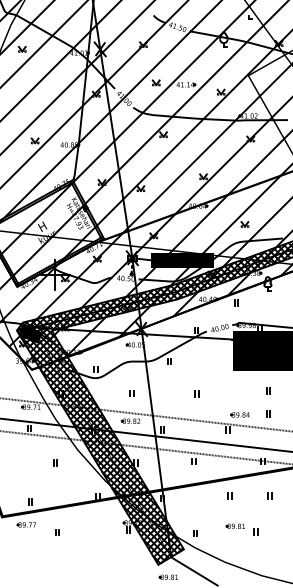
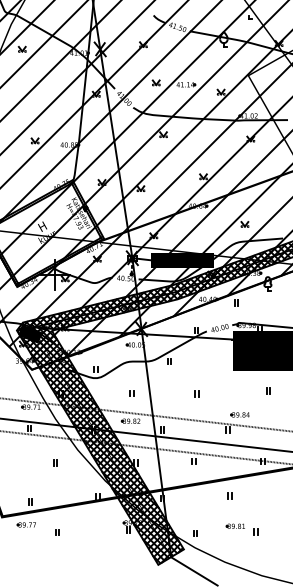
part at (268, 413): present -> none
part at (269, 495): present -> none
part at (167, 576): present -> none
